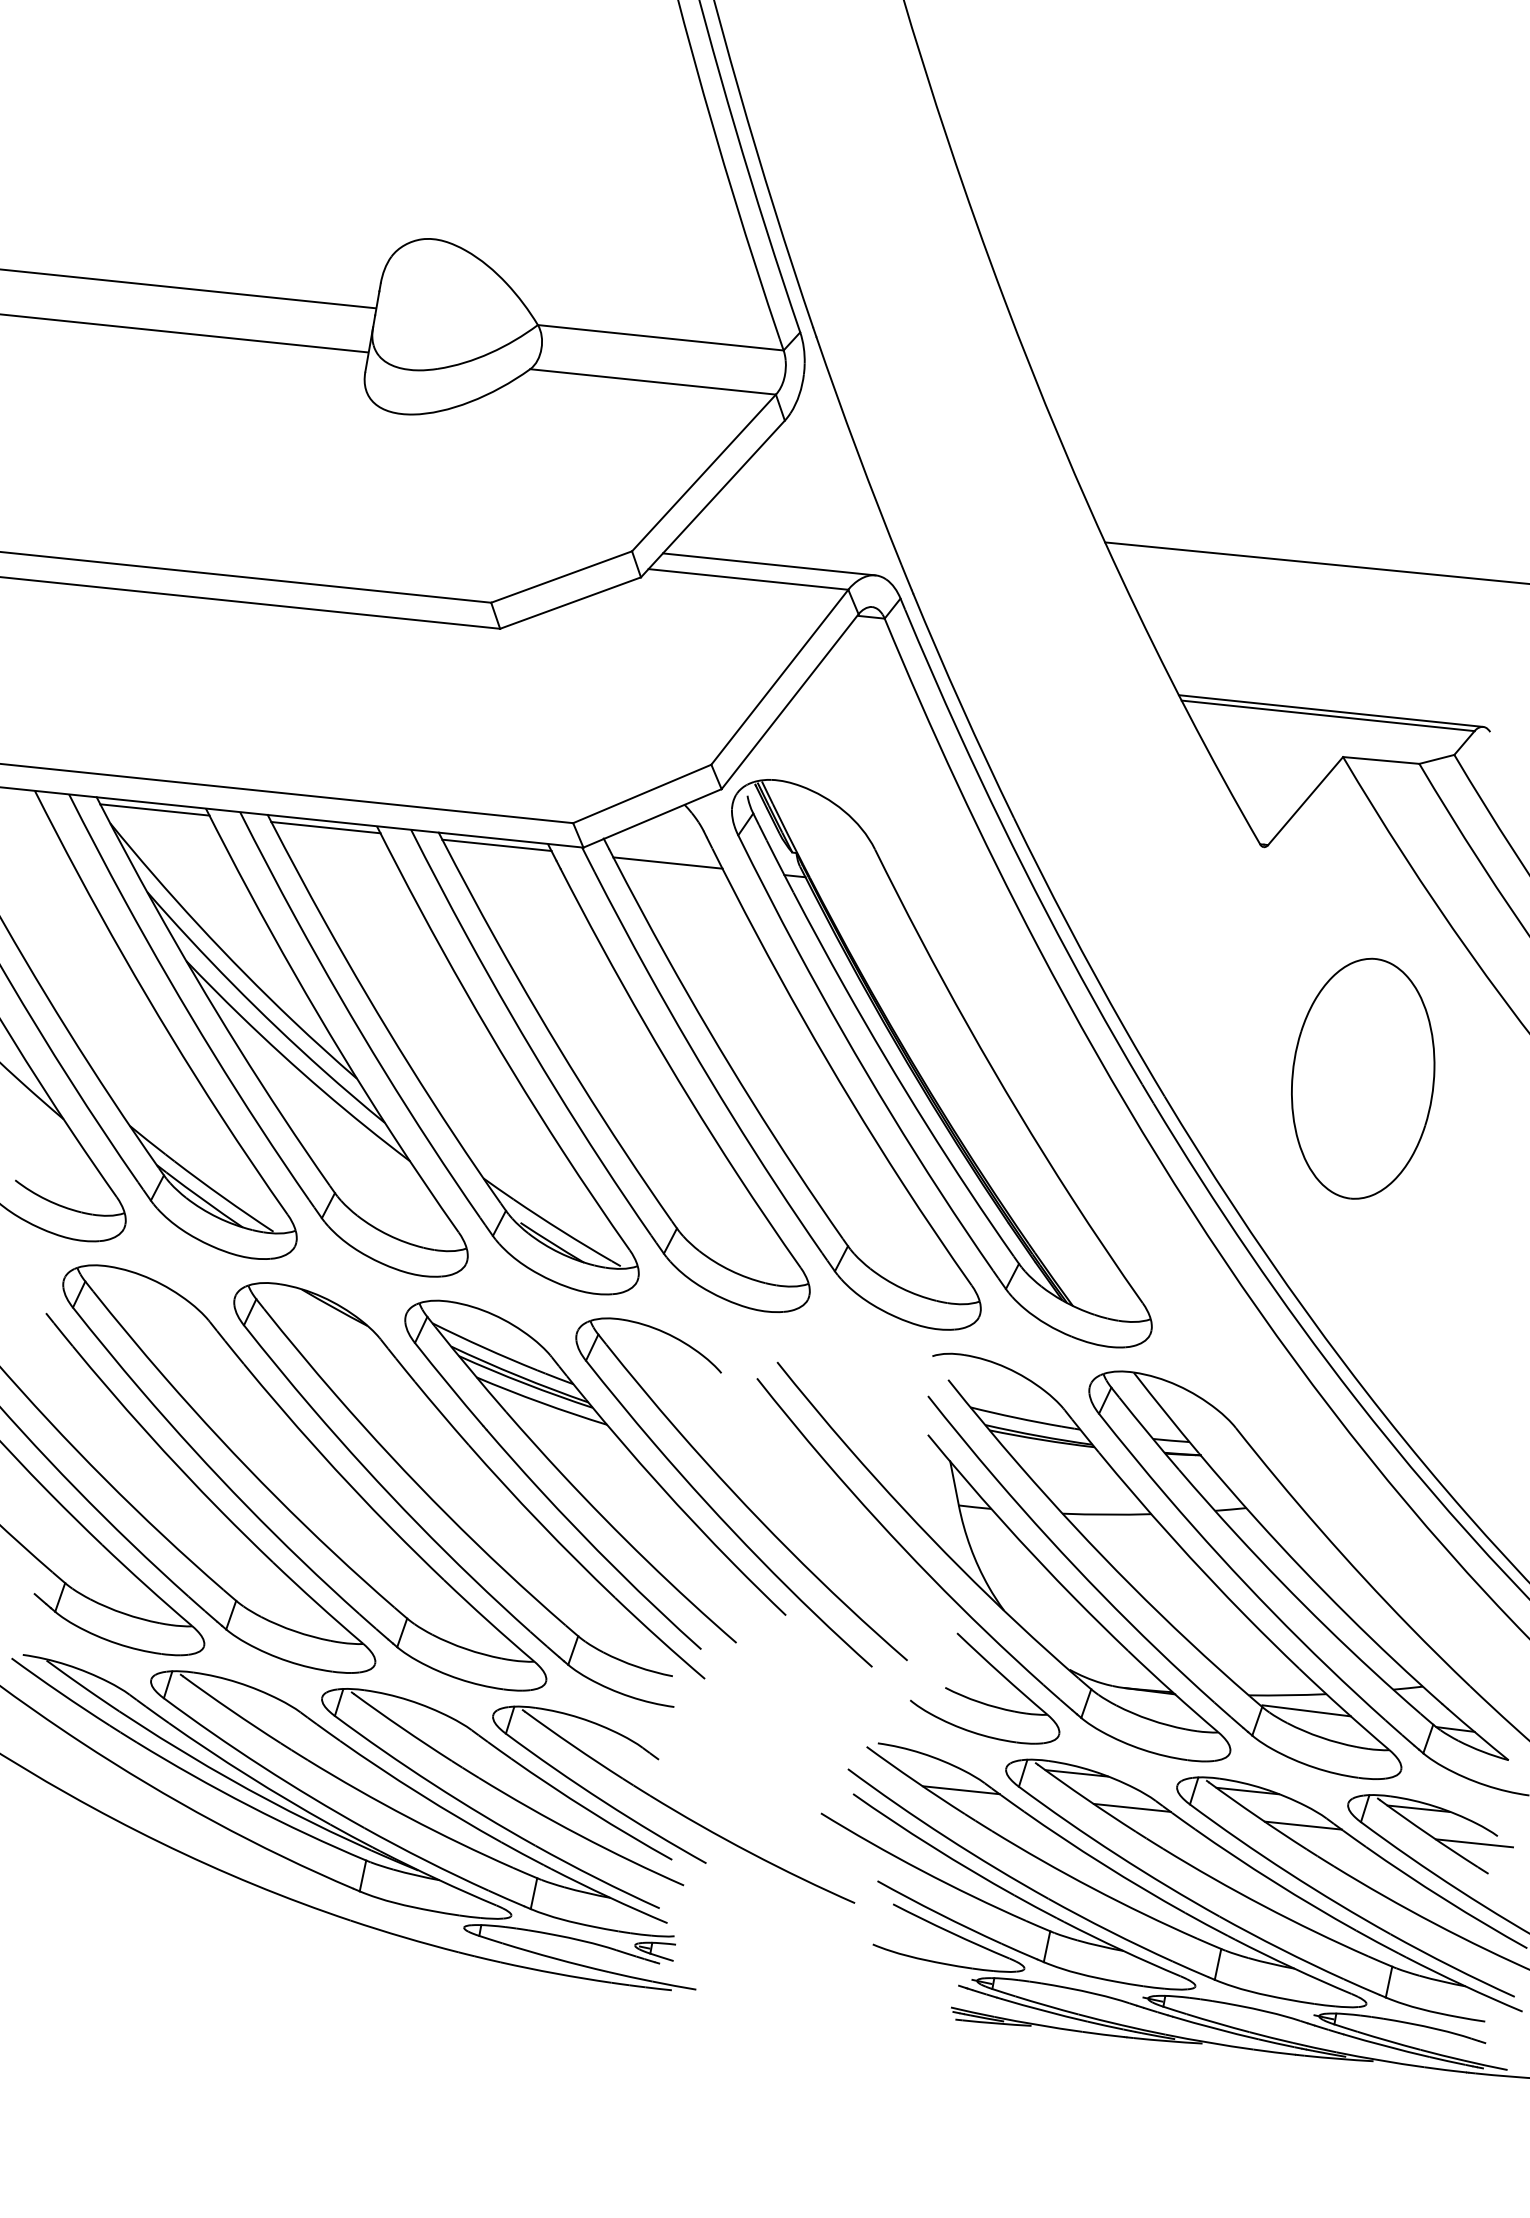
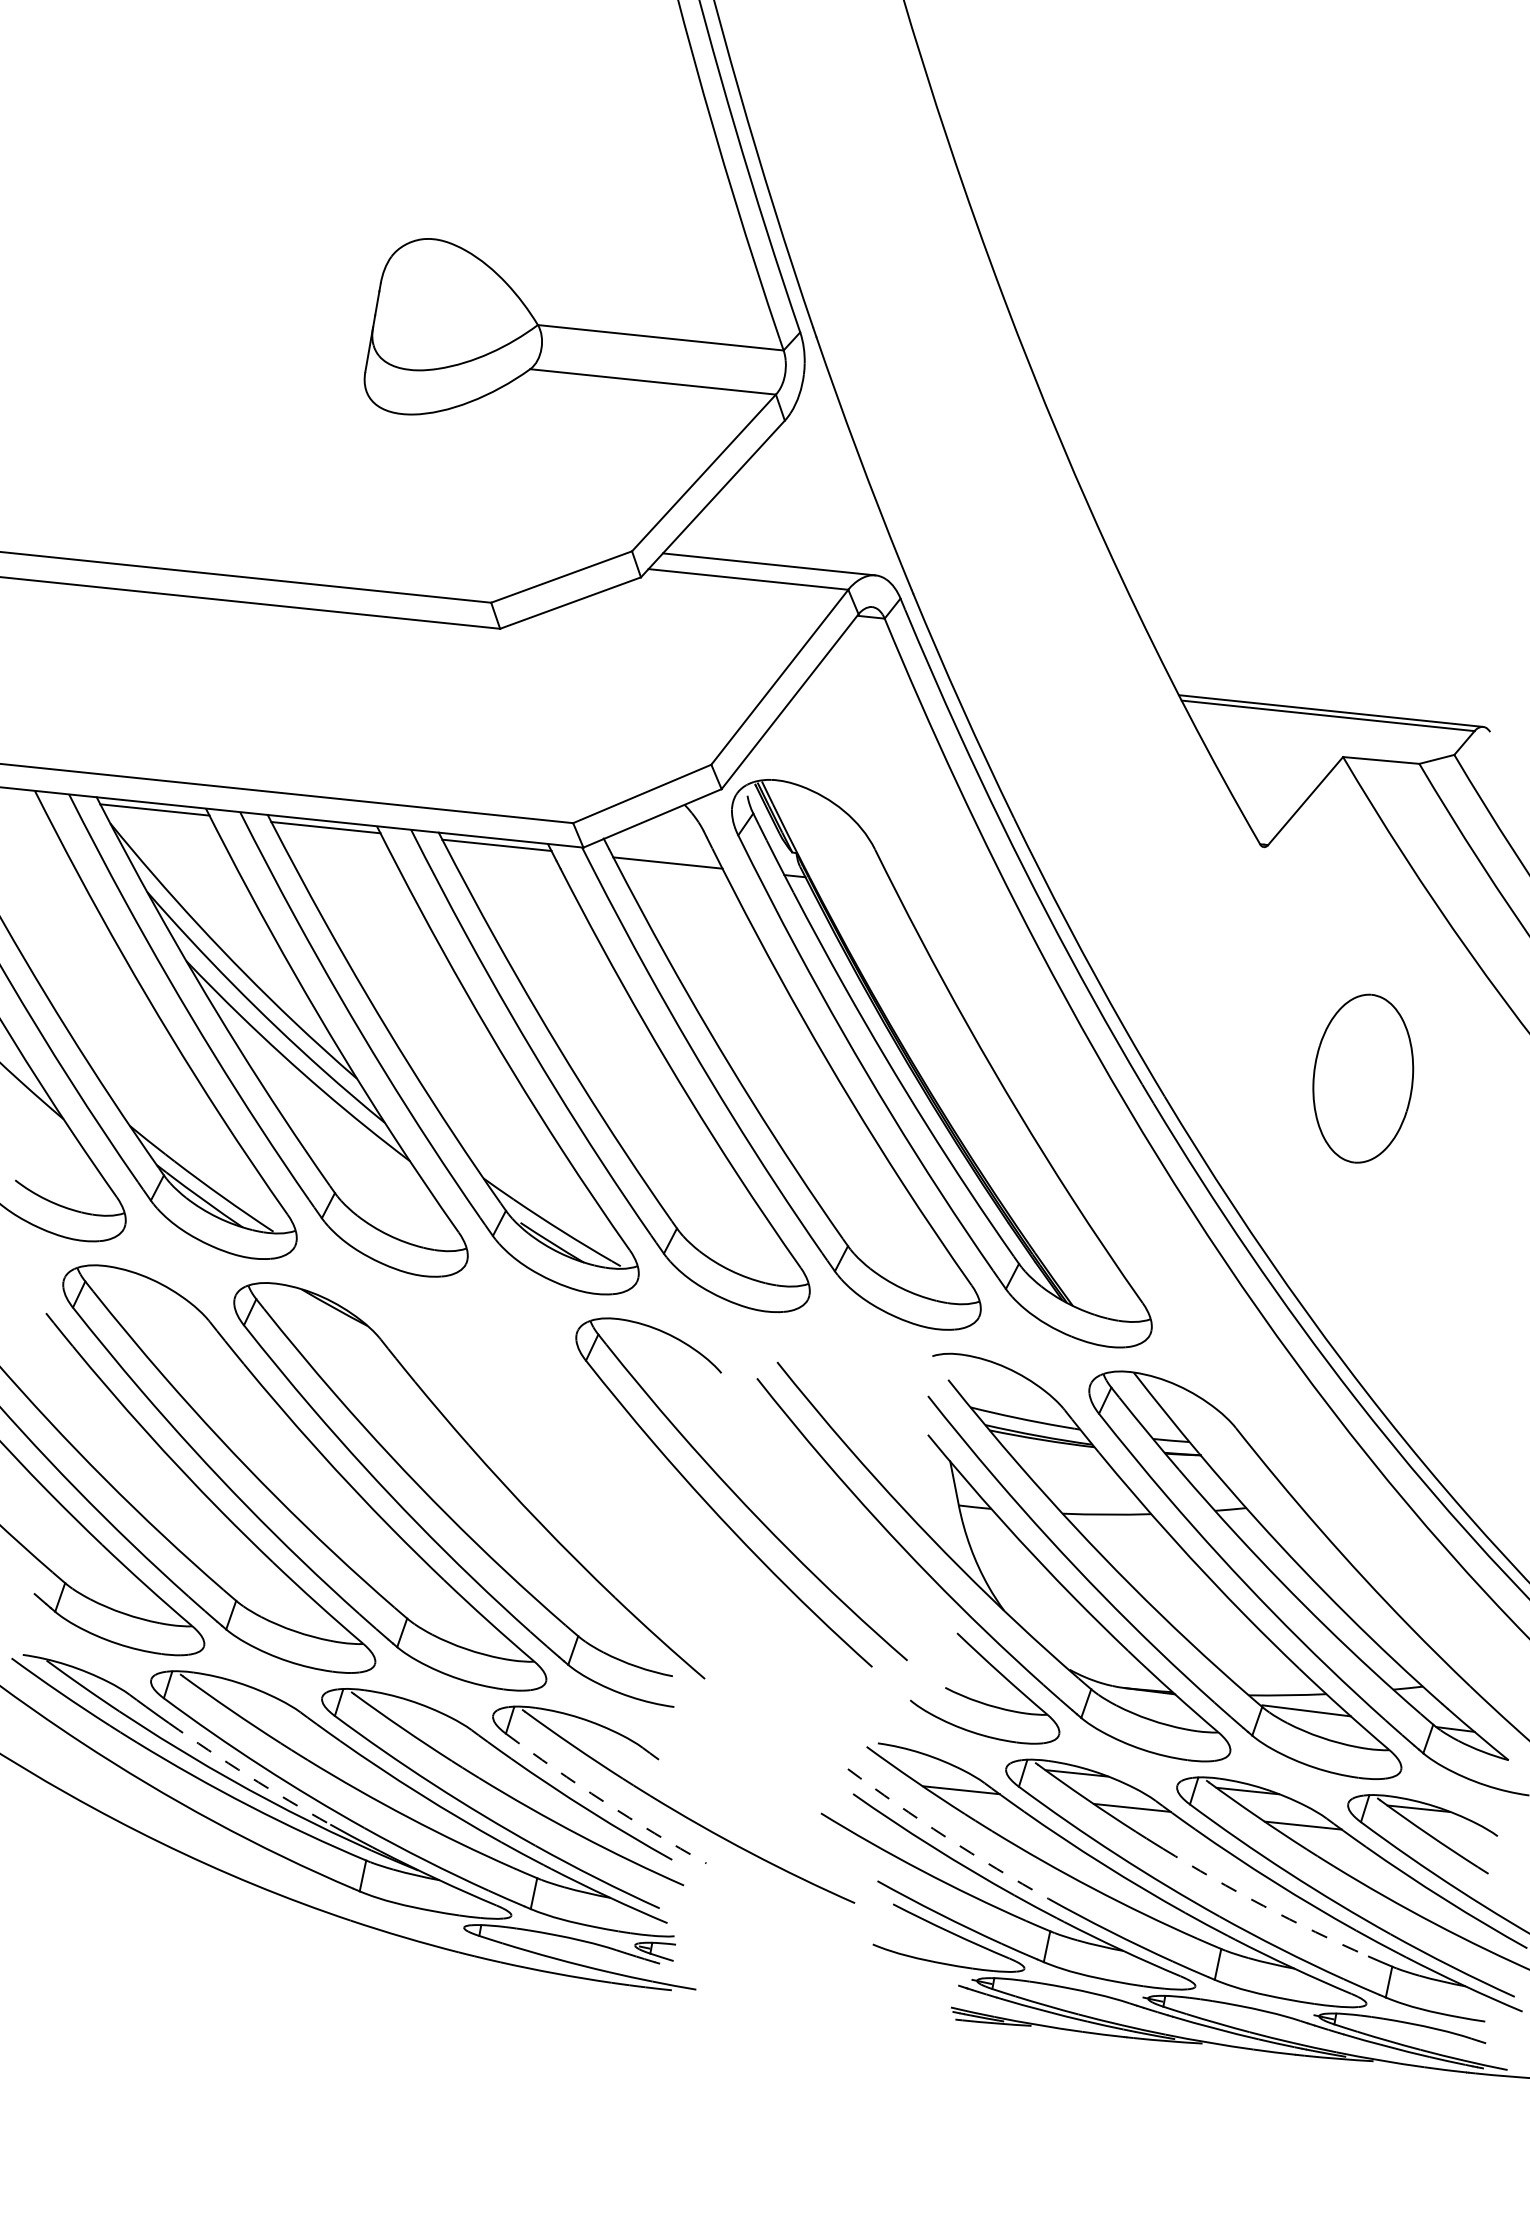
line at (188, 288): present -> none
line at (184, 333): present -> none
line at (1315, 562): present -> none
part at (1363, 1078) size: 145x243 px -> 103x171 px
part at (578, 1490): present -> none
arc at (248, 1775): solid -> dashed
arc at (604, 1801): solid -> dashed
arc at (946, 1837): solid -> dashed
line at (1474, 1843): present -> none
arc at (1263, 1906): solid -> dashed
